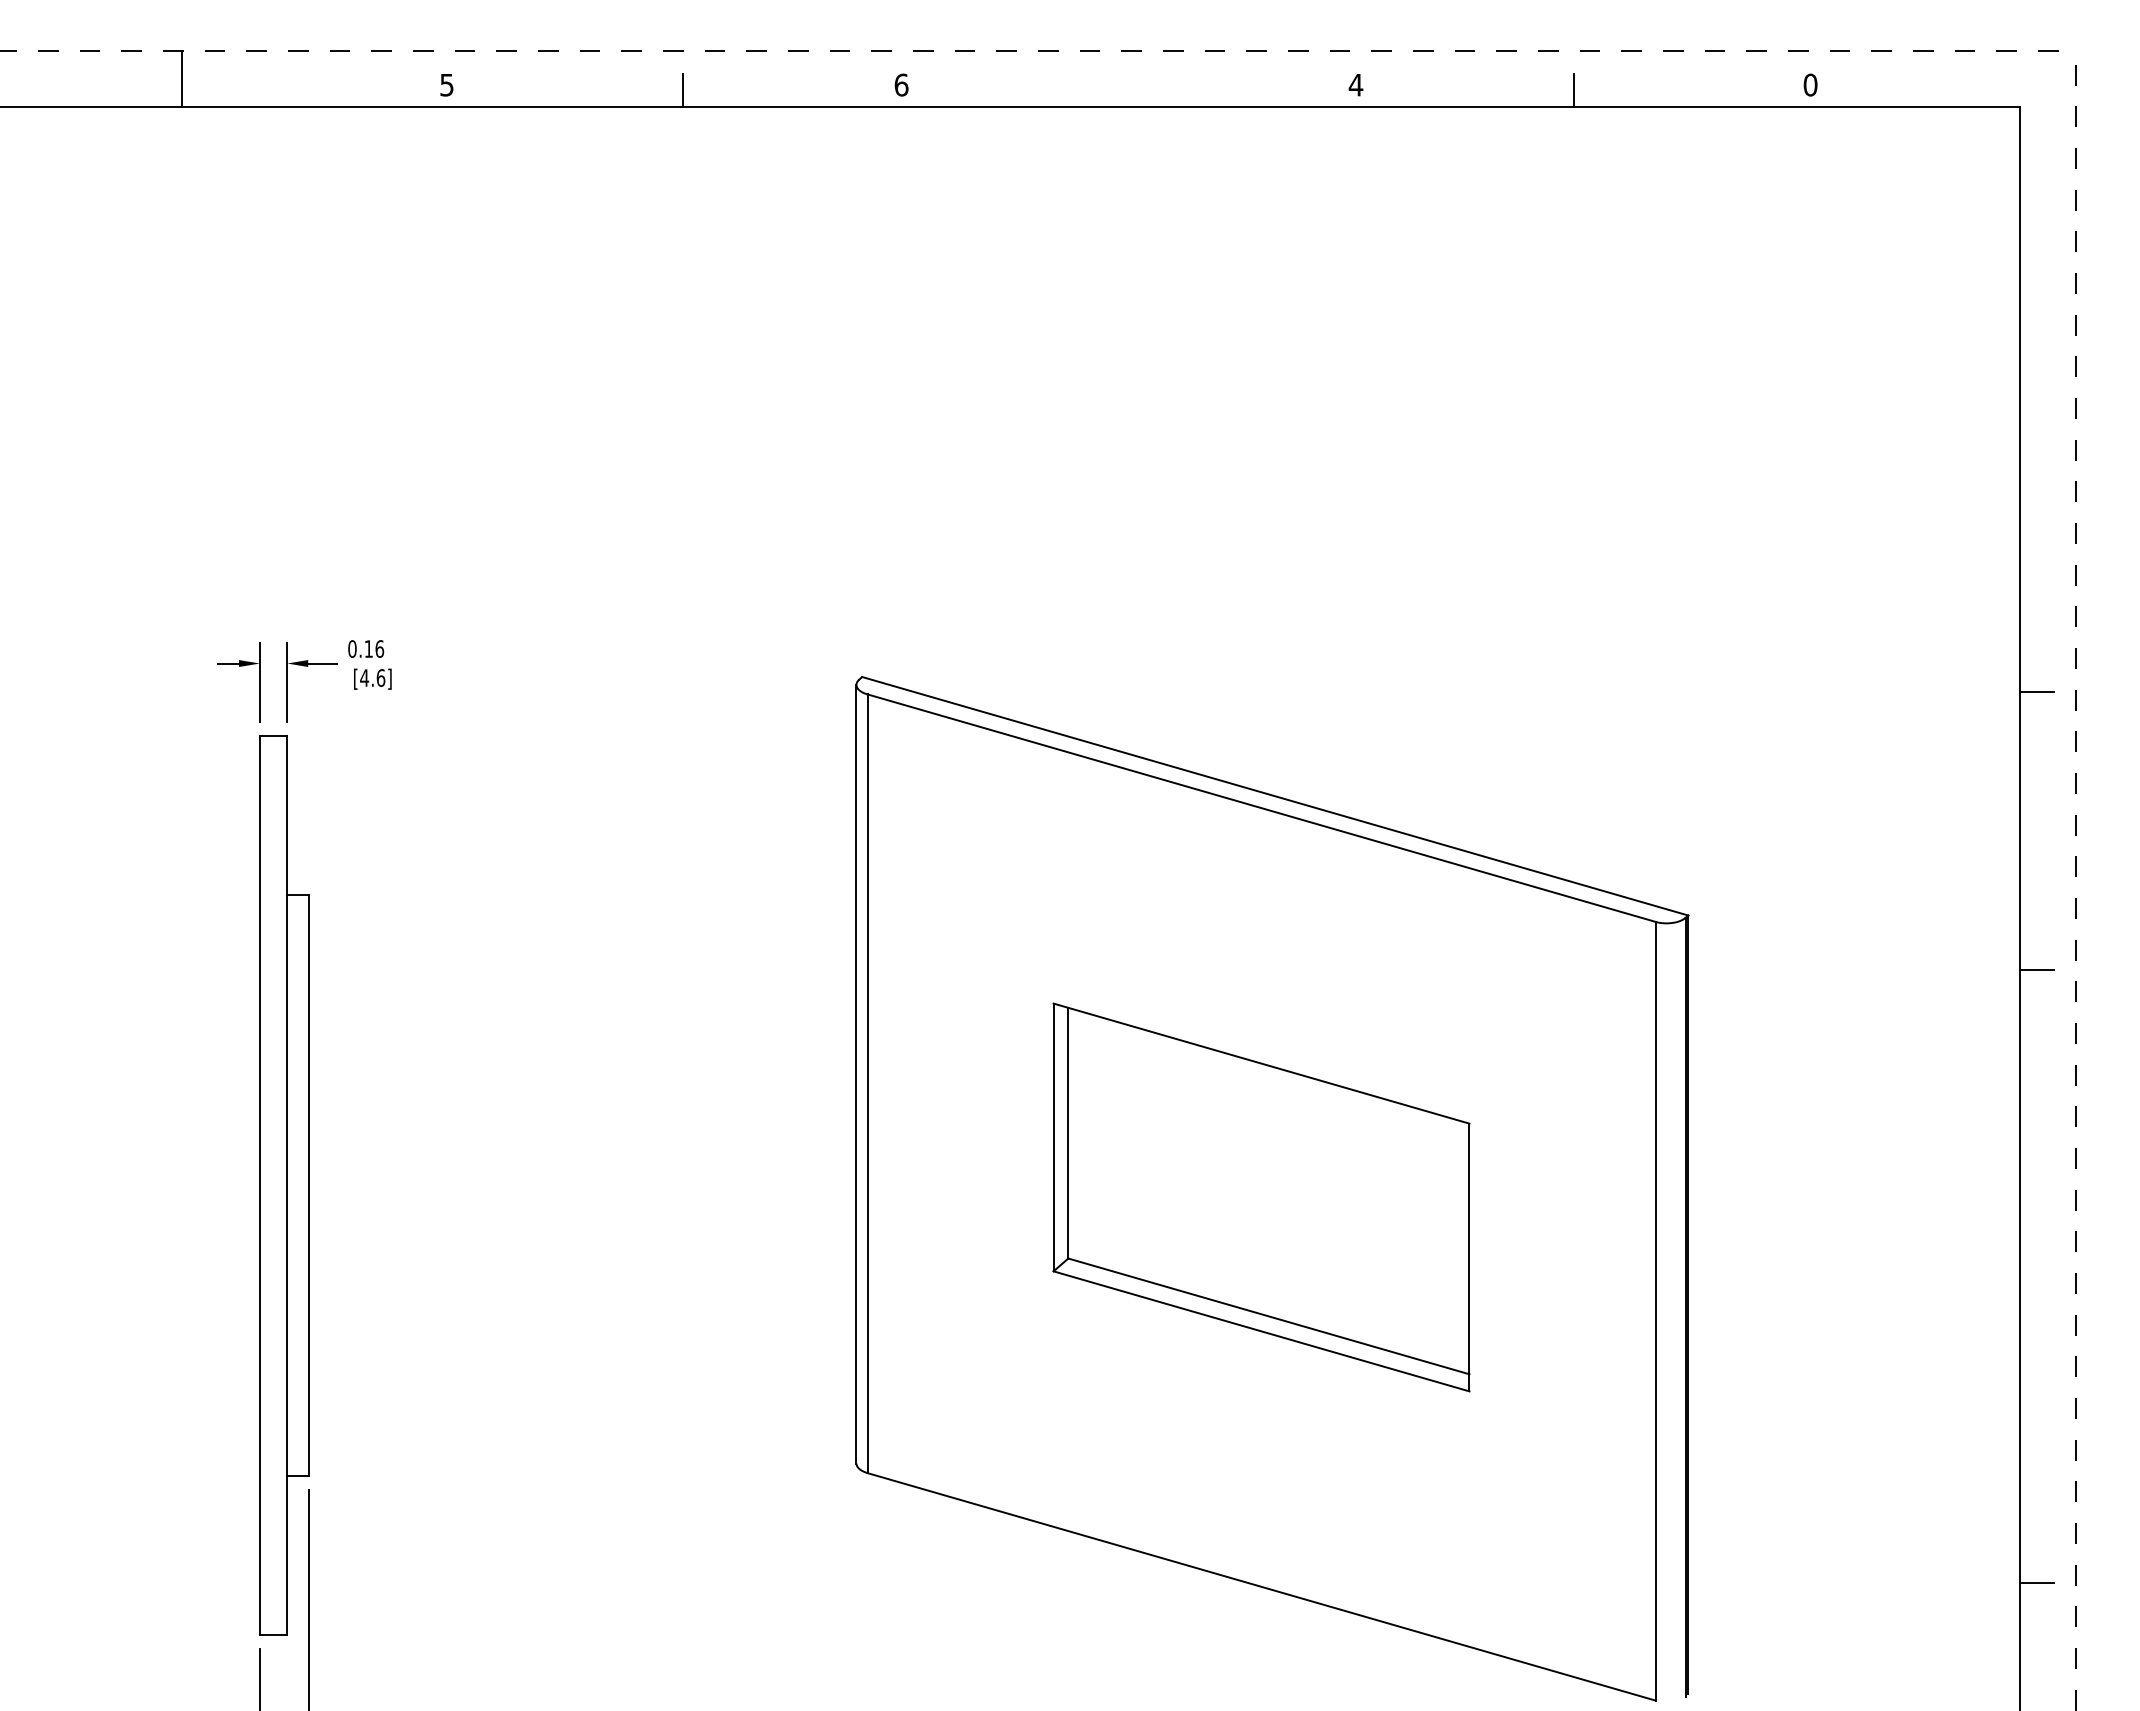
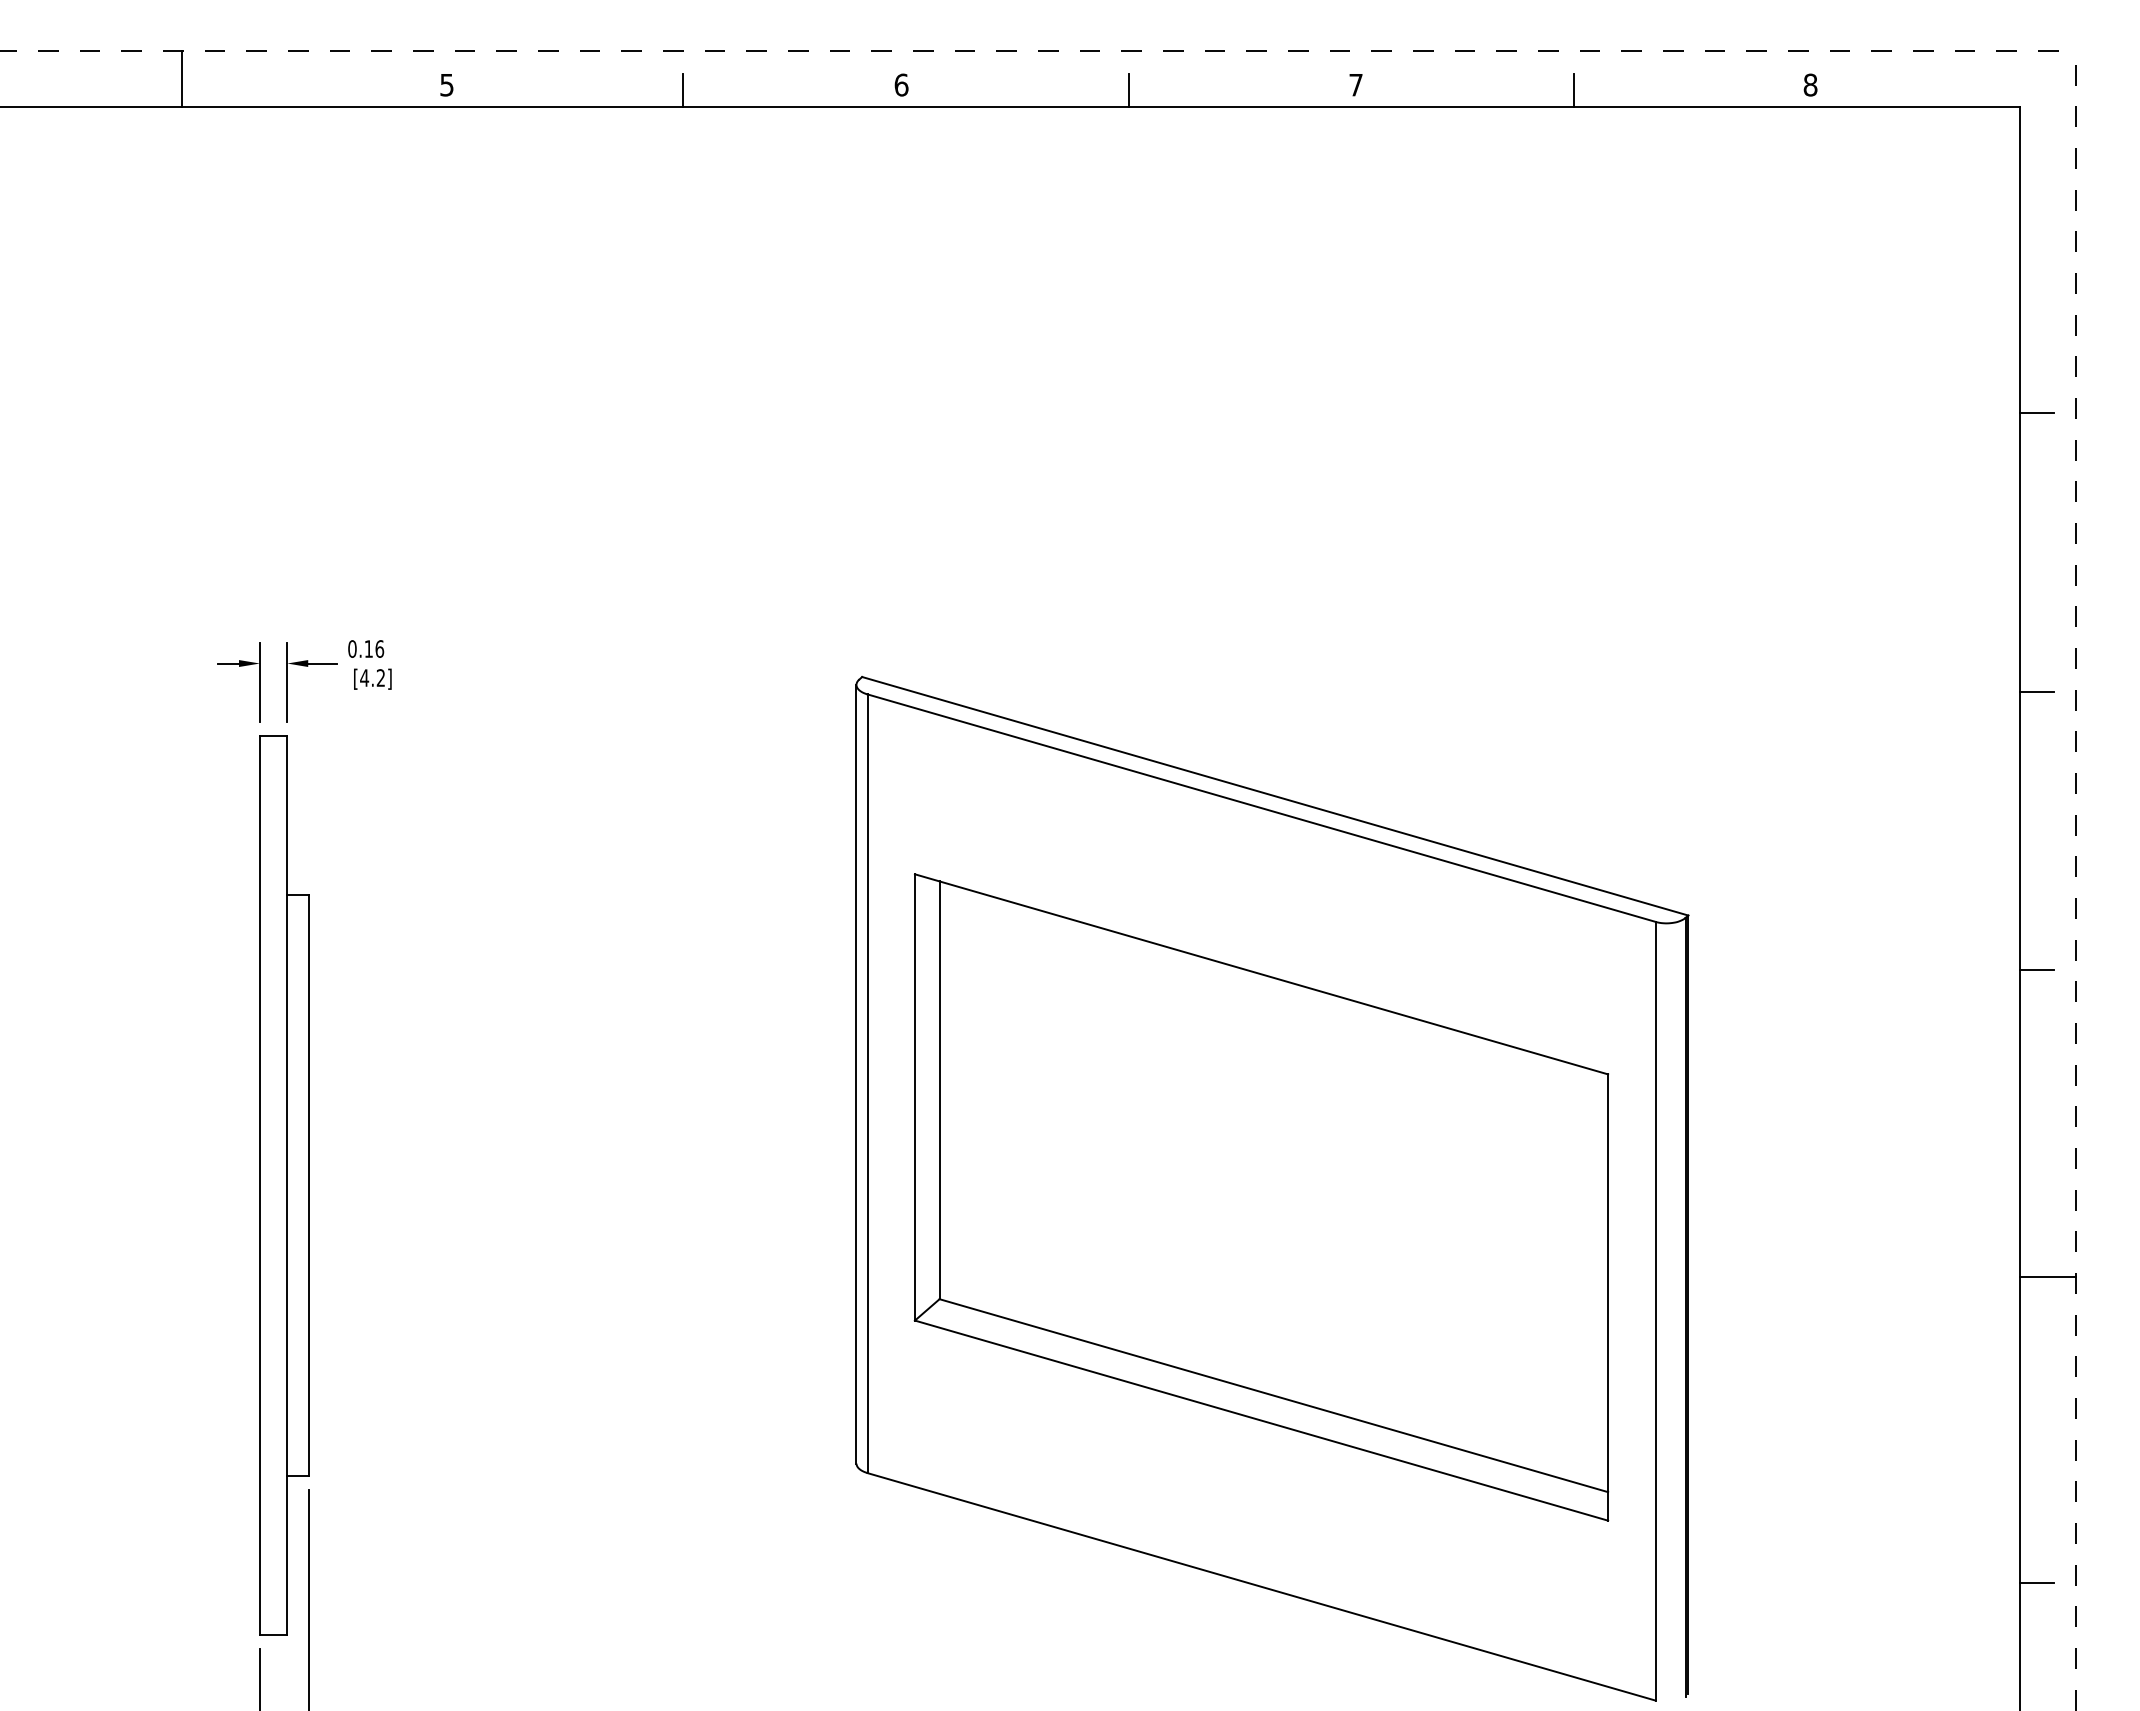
text at (1355, 85): 4 -> 7
text at (1810, 85): 0 -> 8
line at (1128, 89): none -> present
line at (2036, 413): none -> present
text at (380, 677): [4.6] -> [4.2]
part at (1261, 1197) size: 419x391 px -> 697x649 px
line at (2047, 1276): none -> present
